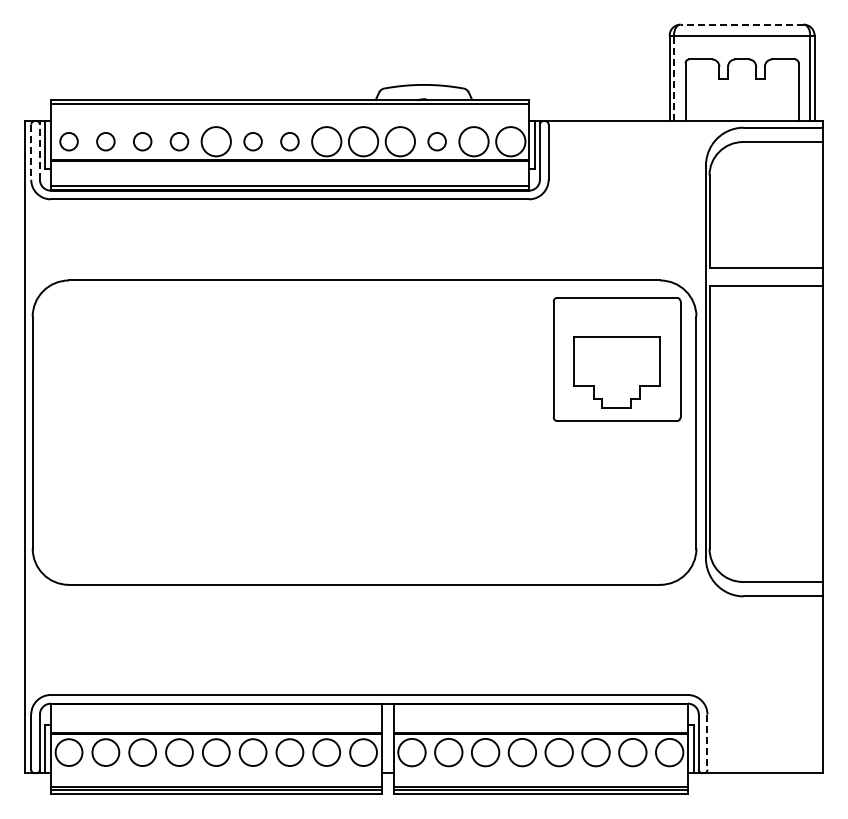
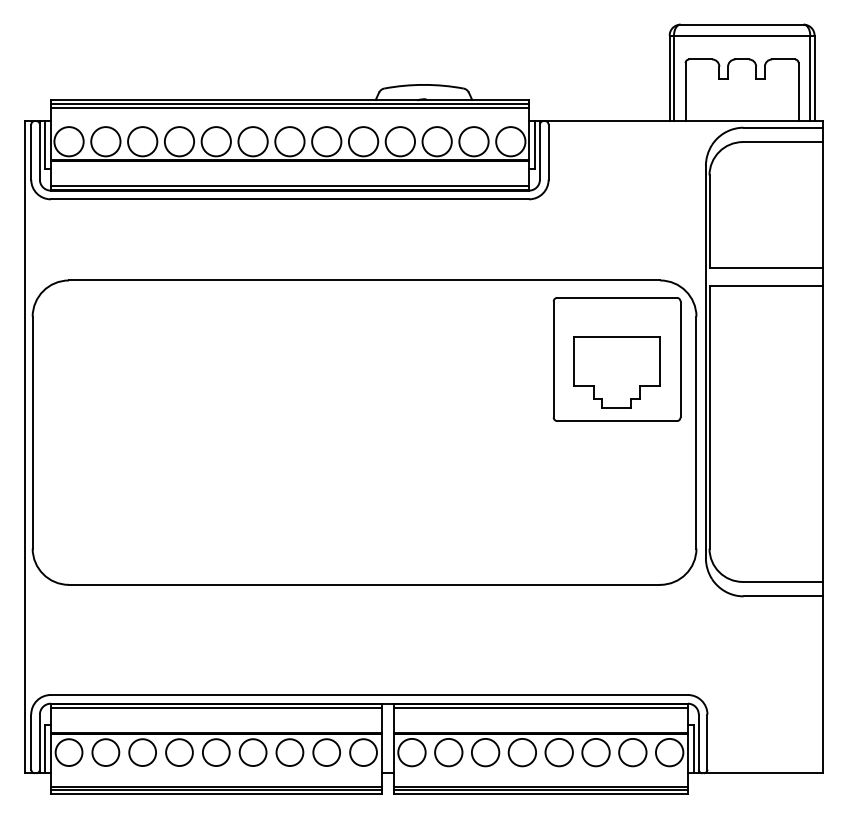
line at (742, 24): dashed -> solid
line at (674, 78): dashed -> solid
line at (289, 107): none -> present
circle at (68, 141) diameter: 18 px -> 29 px
circle at (105, 141) diameter: 18 px -> 29 px
circle at (142, 141) diameter: 18 px -> 29 px
circle at (179, 141) diameter: 18 px -> 29 px
circle at (252, 141) diameter: 18 px -> 29 px
circle at (289, 141) diameter: 18 px -> 29 px
circle at (436, 141) diameter: 18 px -> 29 px
line at (39, 149): dashed -> solid
line at (31, 152): dashed -> solid
line at (215, 708): none -> present
line at (540, 708): none -> present
line at (707, 742): dashed -> solid
